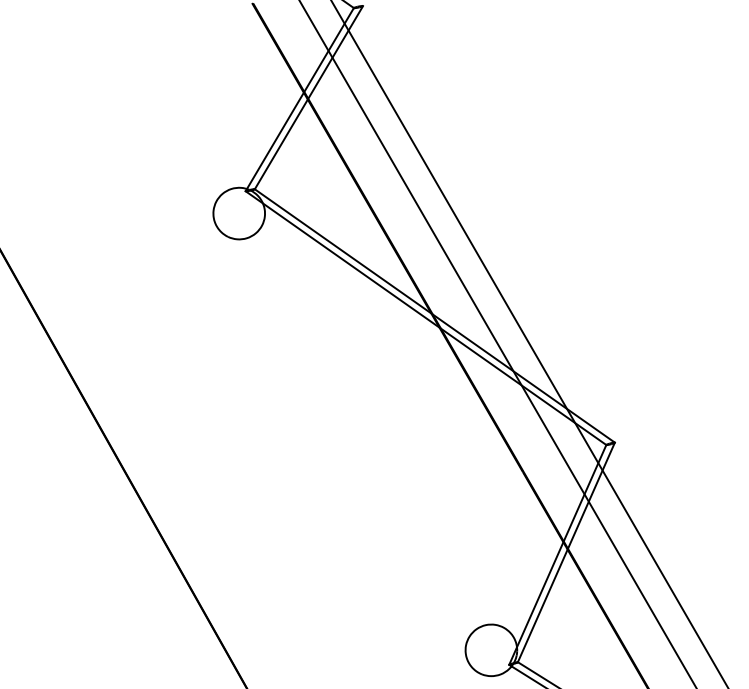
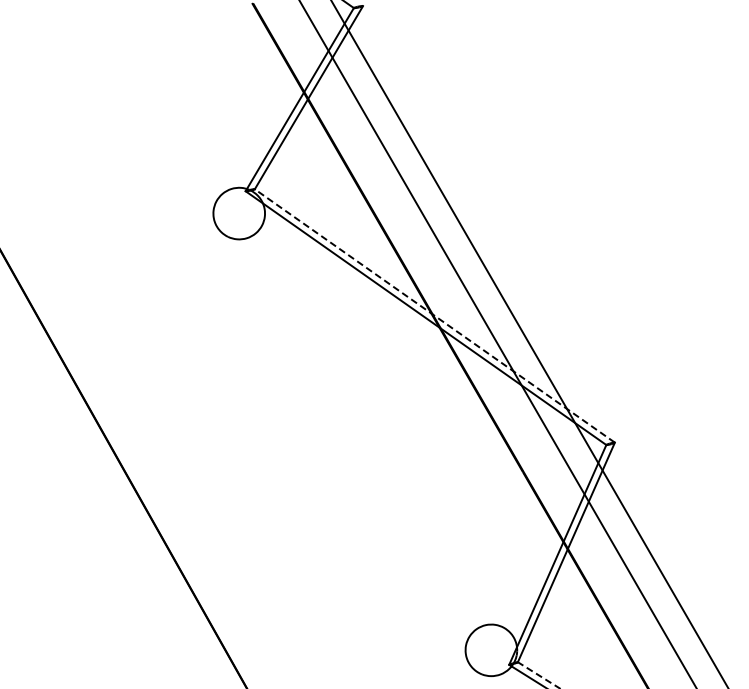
line at (434, 315): solid -> dashed
line at (539, 675): solid -> dashed
